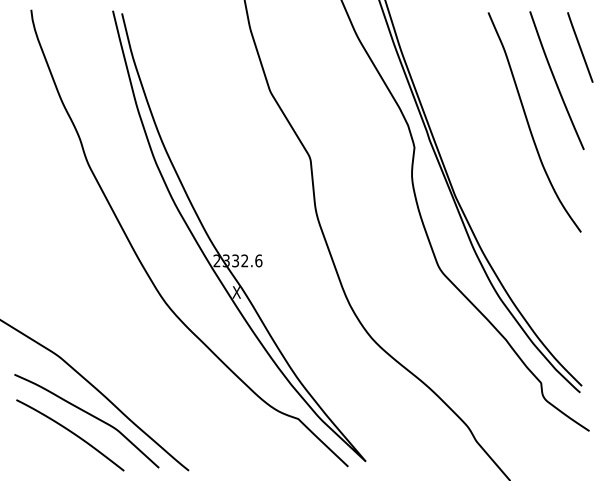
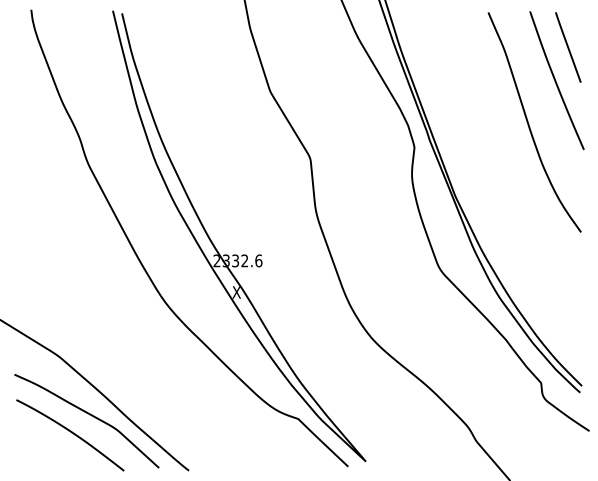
line at (580, 47) position: (580, 47) -> (568, 47)
